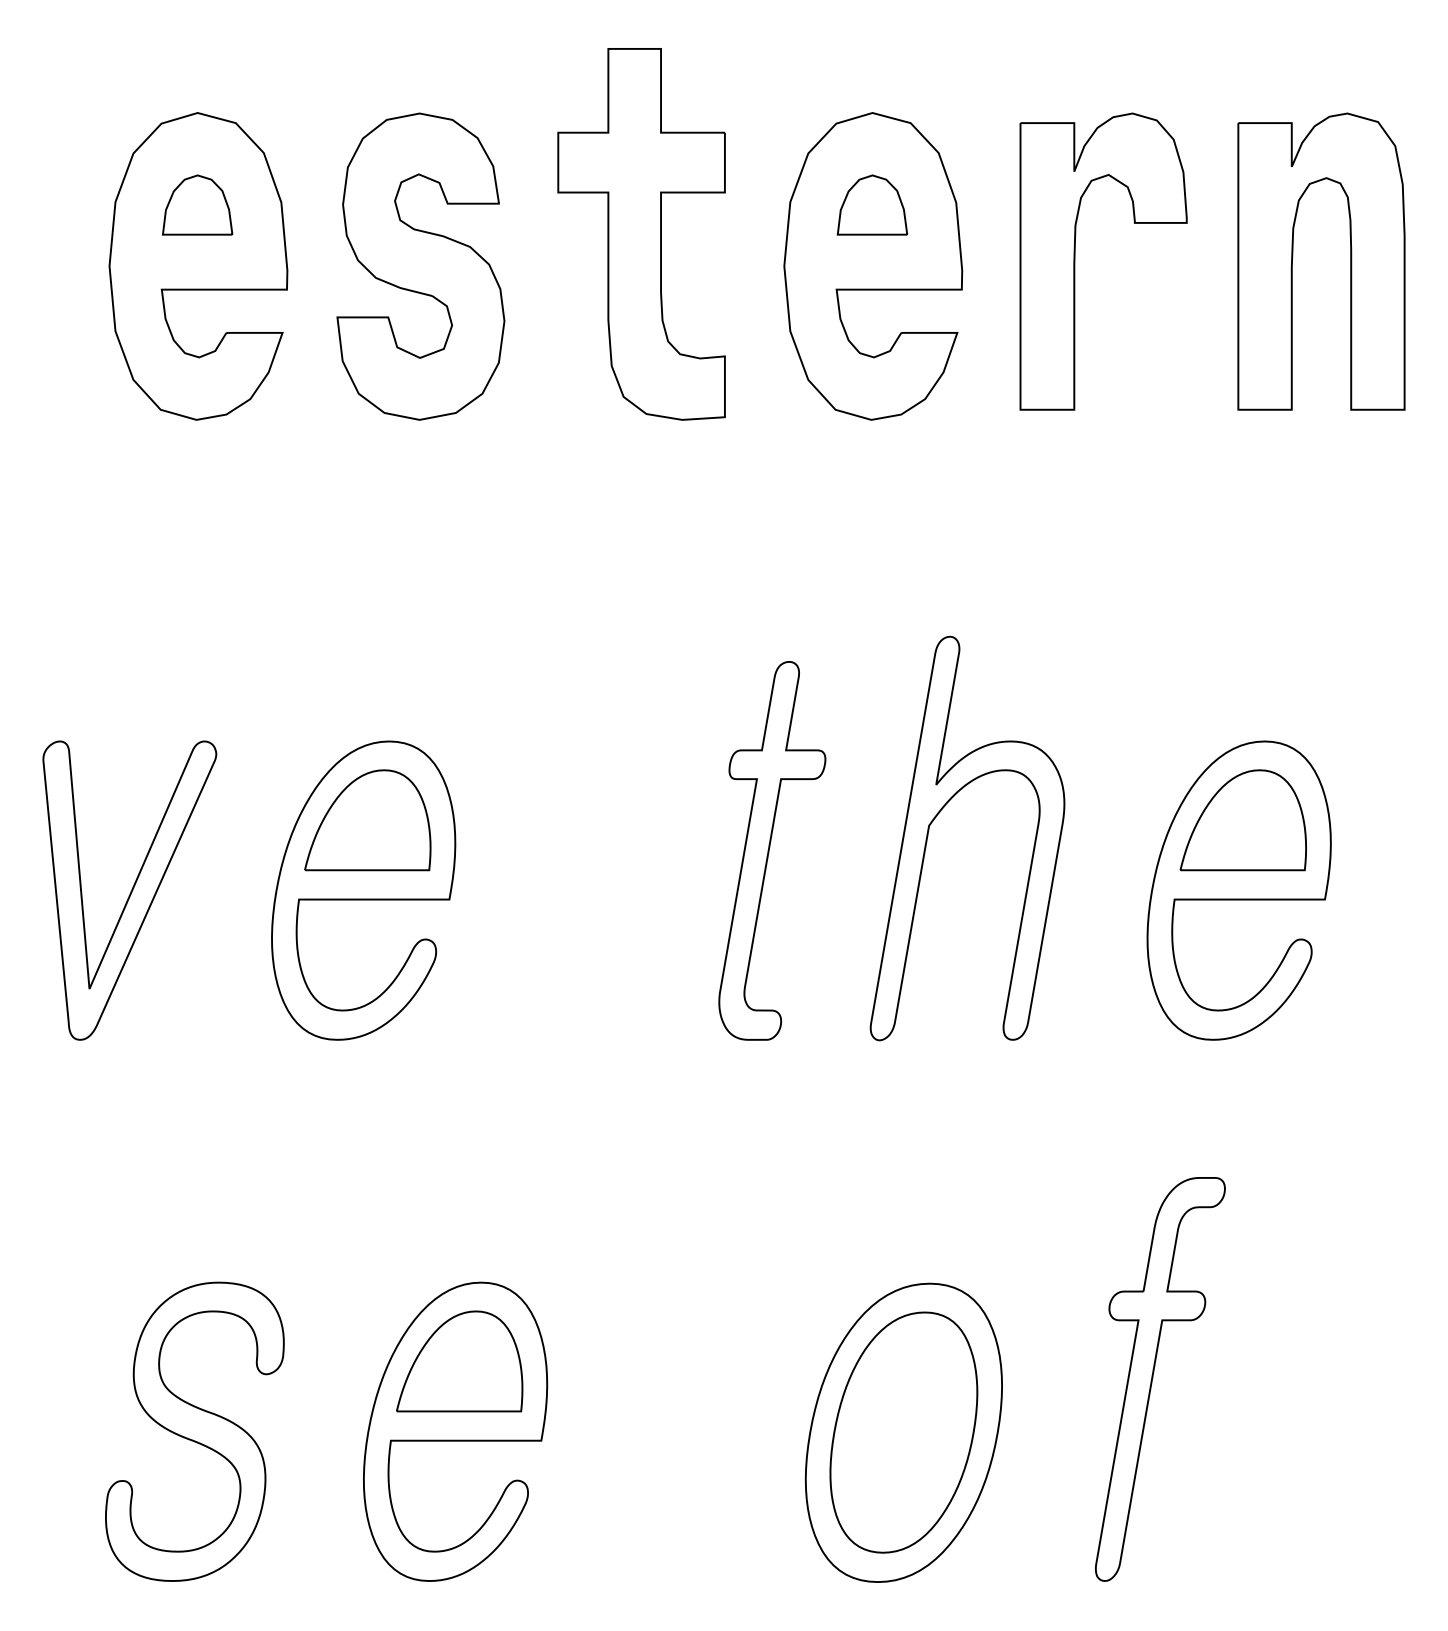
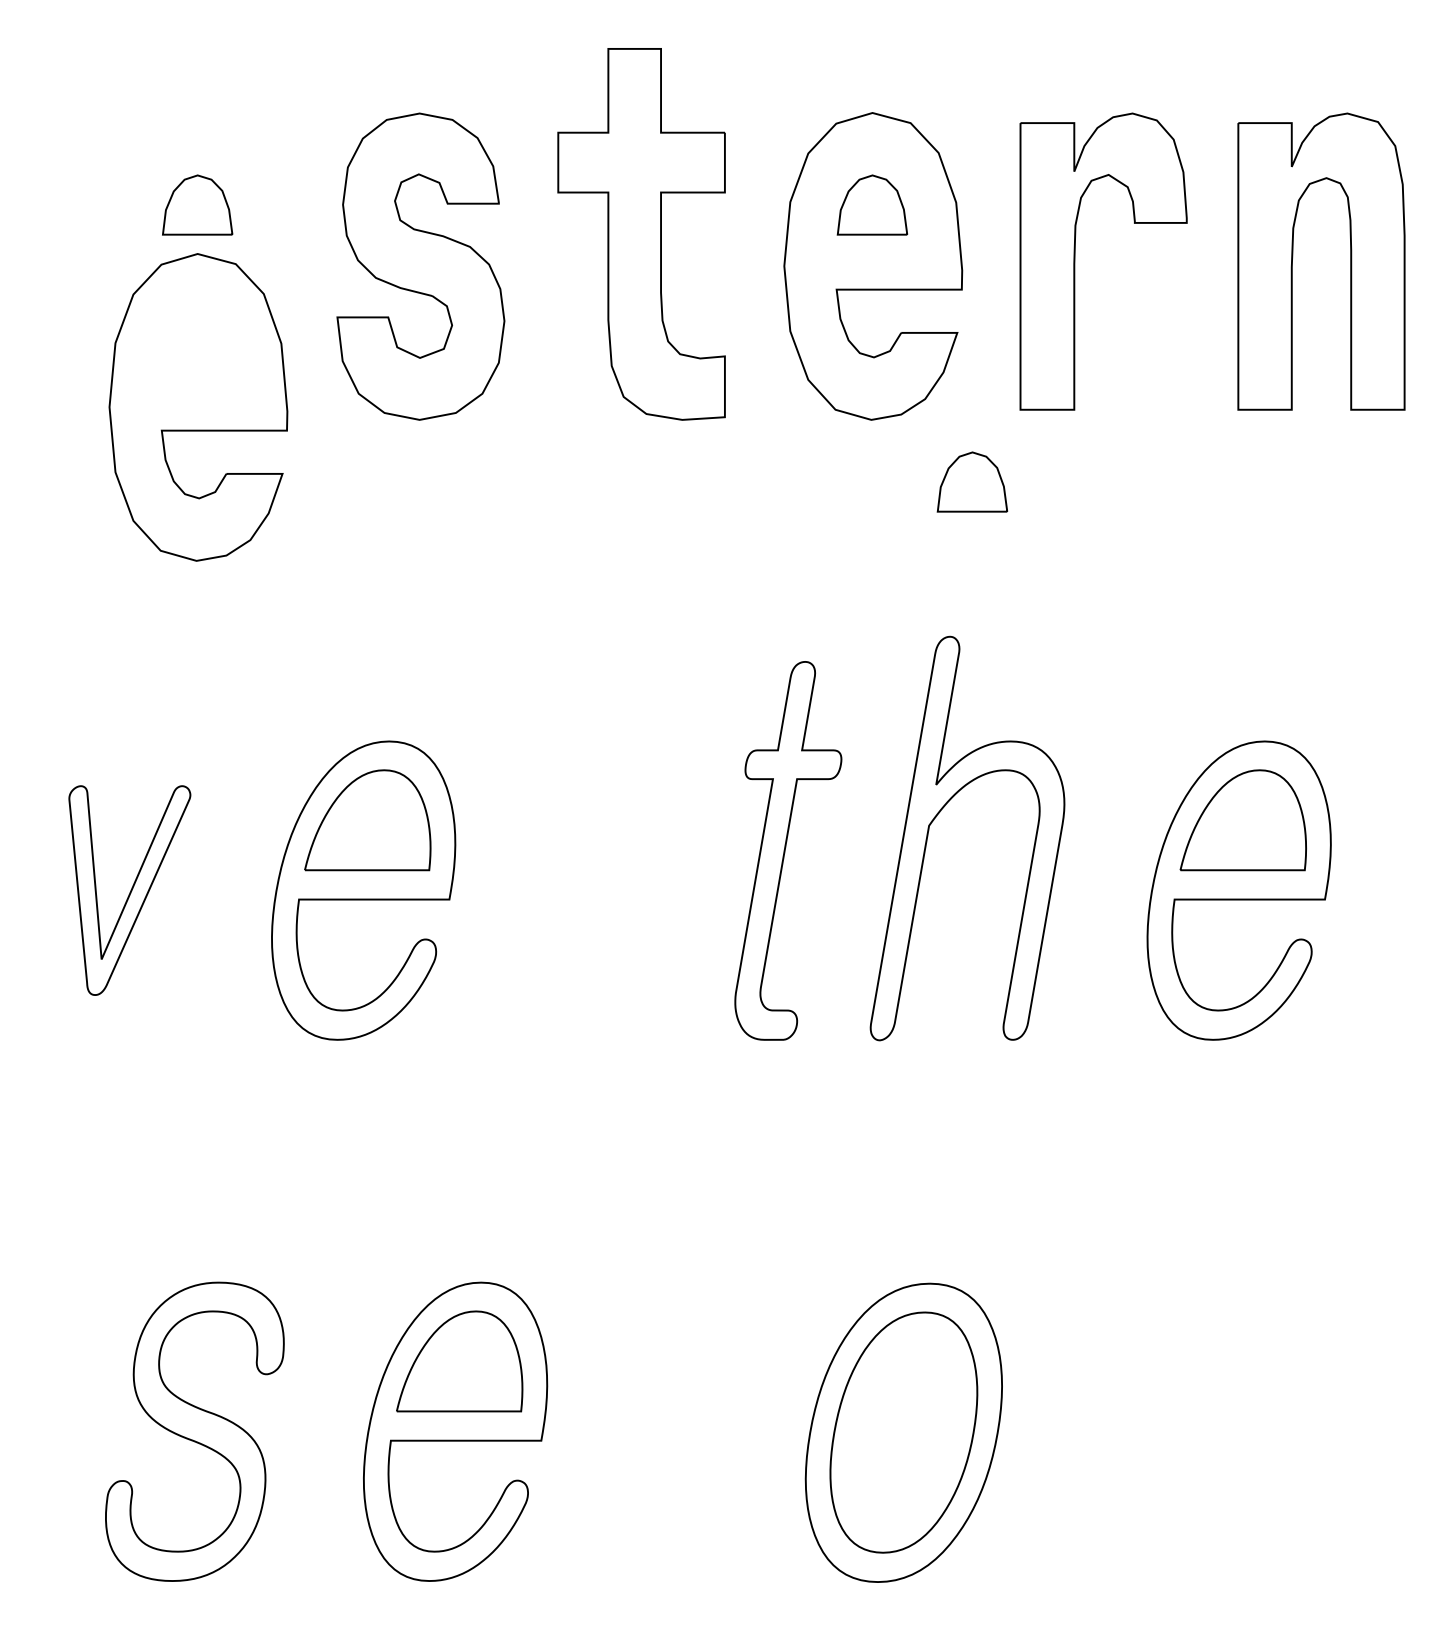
part at (198, 266) position: (198, 266) -> (198, 407)
part at (972, 481): none -> present
part at (772, 850) position: (772, 850) -> (788, 850)
part at (129, 890) size: 176x301 px -> 124x211 px
part at (1153, 1378): present -> none
